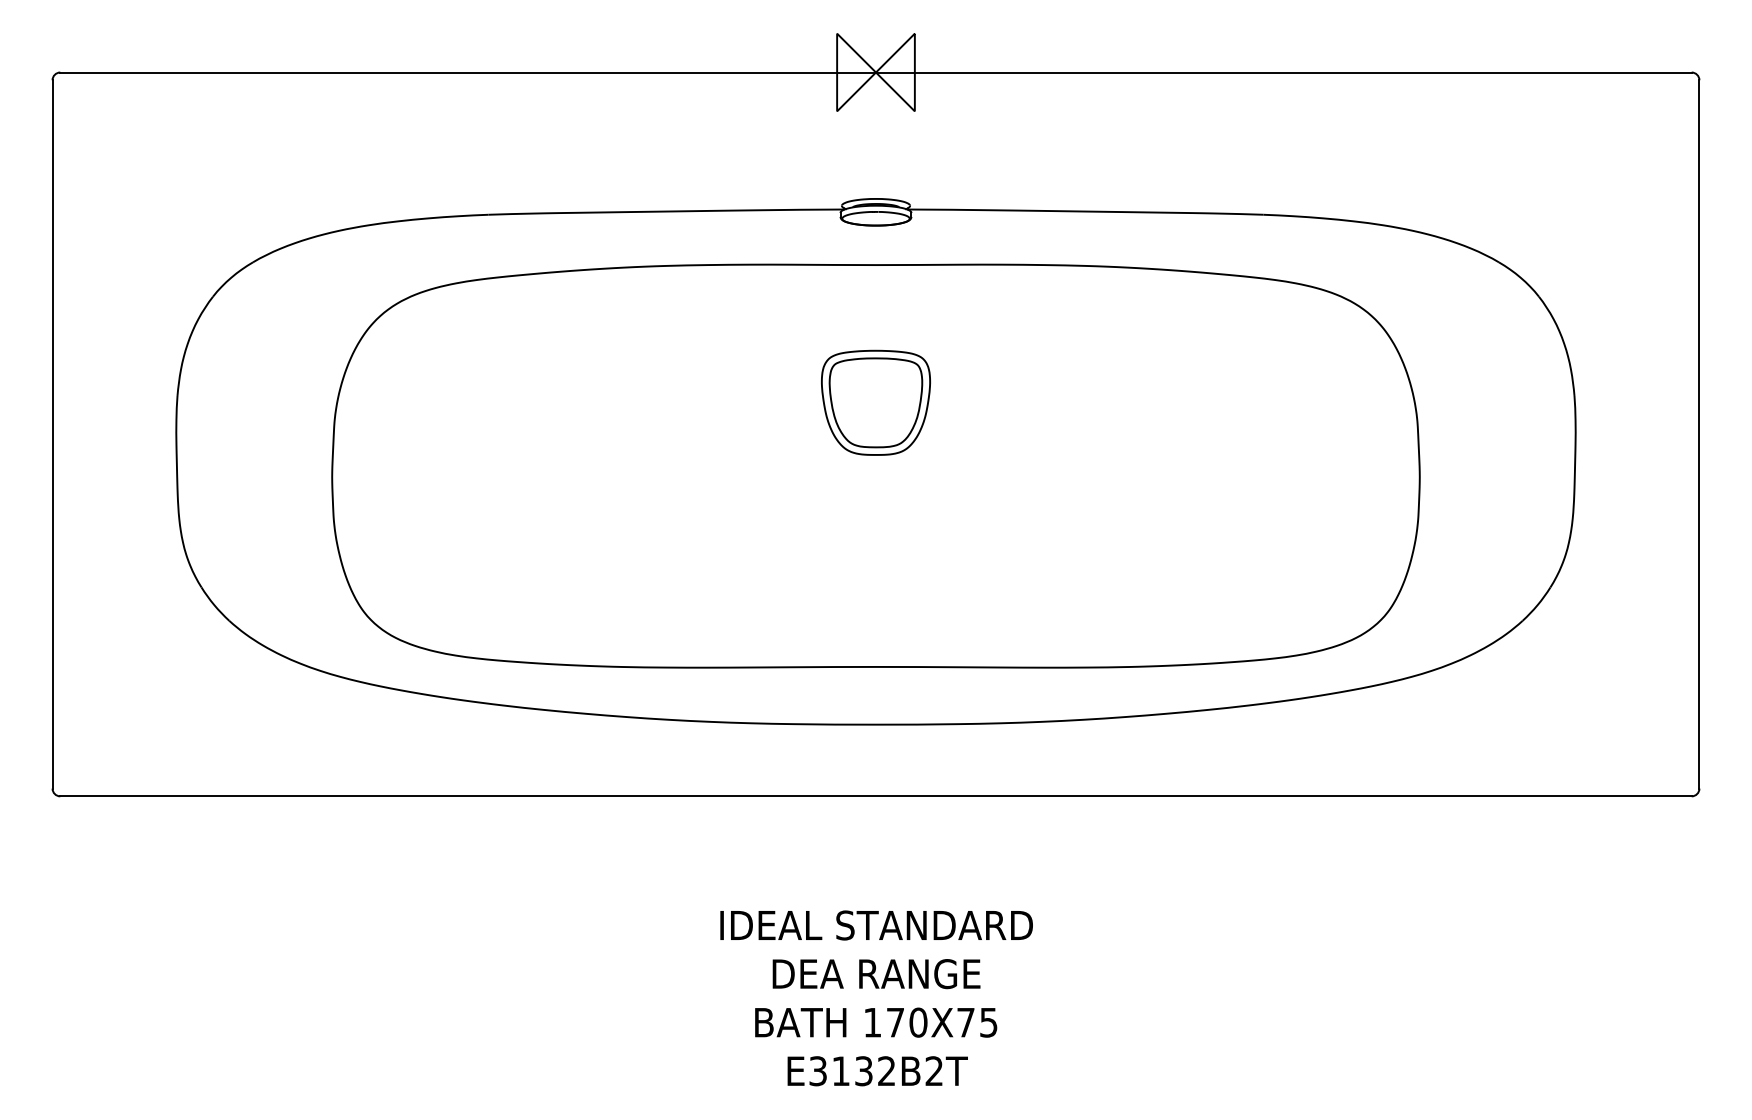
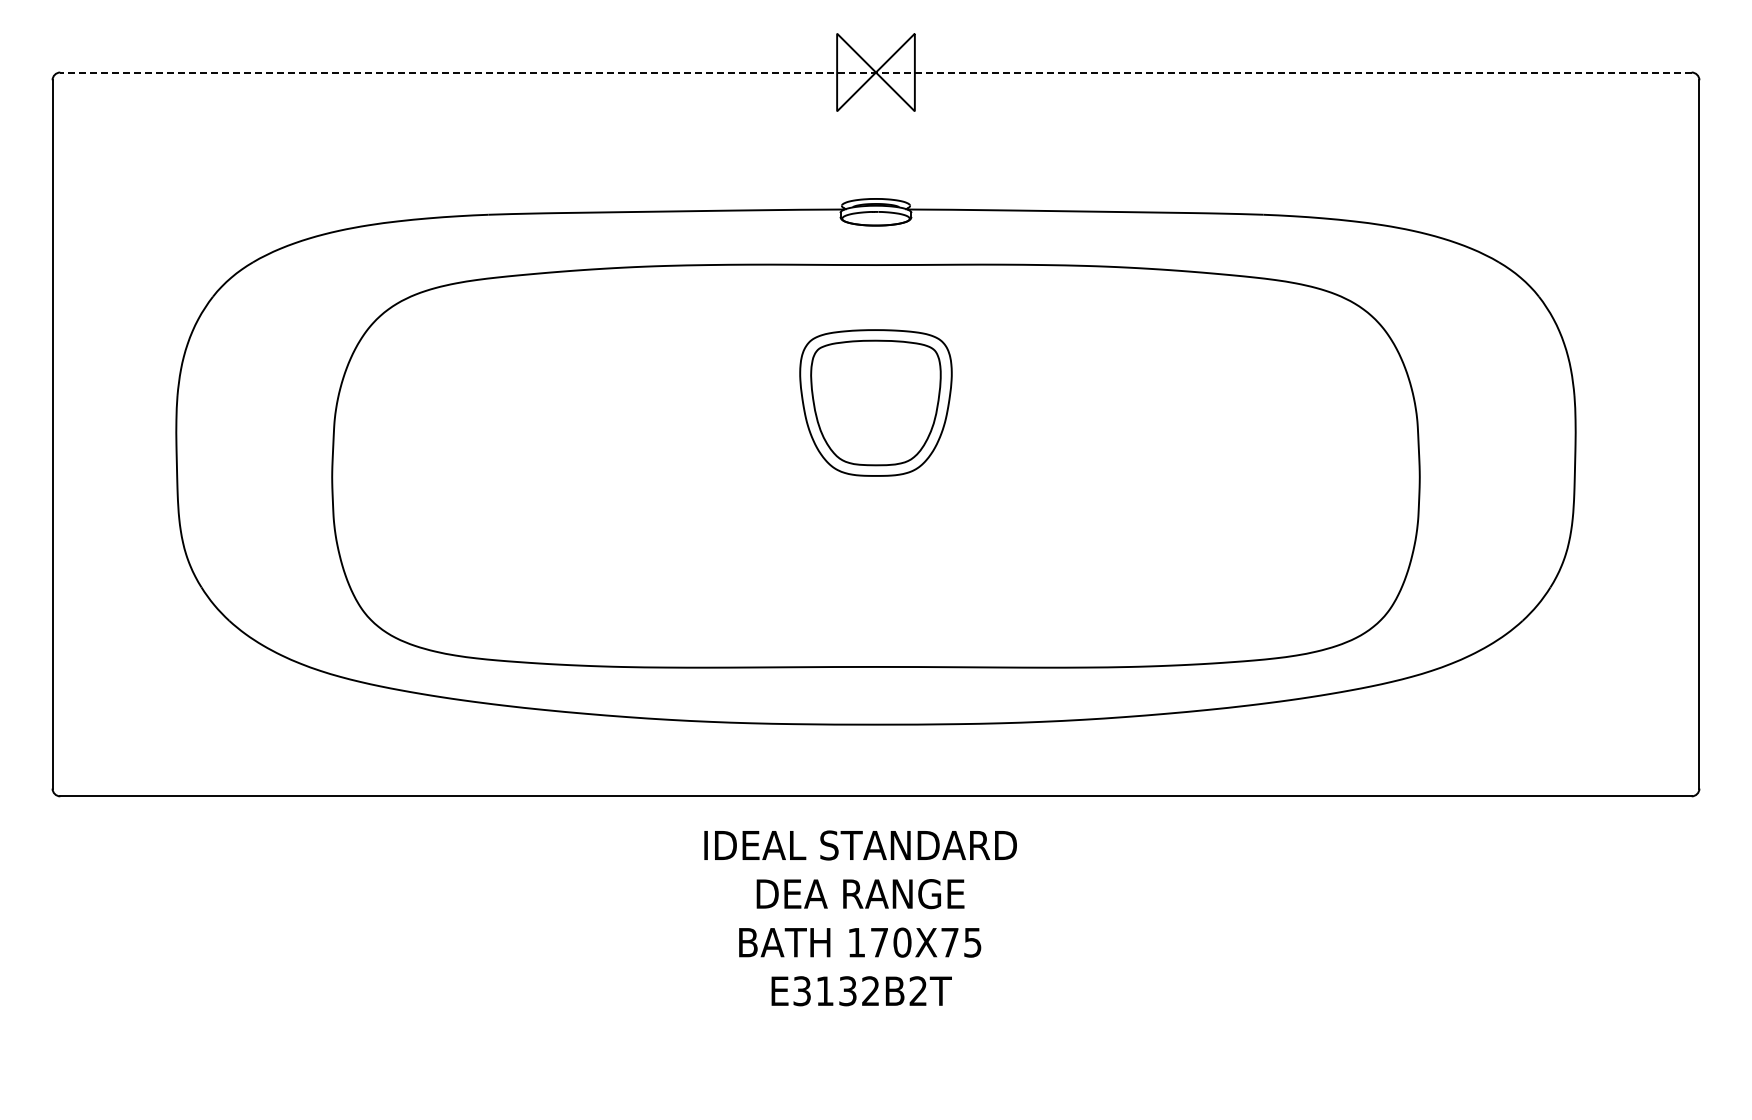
line at (875, 72): solid -> dashed
part at (875, 402) size: 110x107 px -> 154x148 px
text at (876, 998) position: (876, 998) -> (860, 918)
